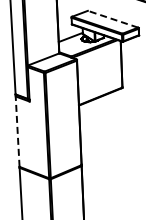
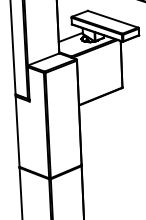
line at (112, 19): dashed -> solid
line at (17, 131): dashed -> solid
